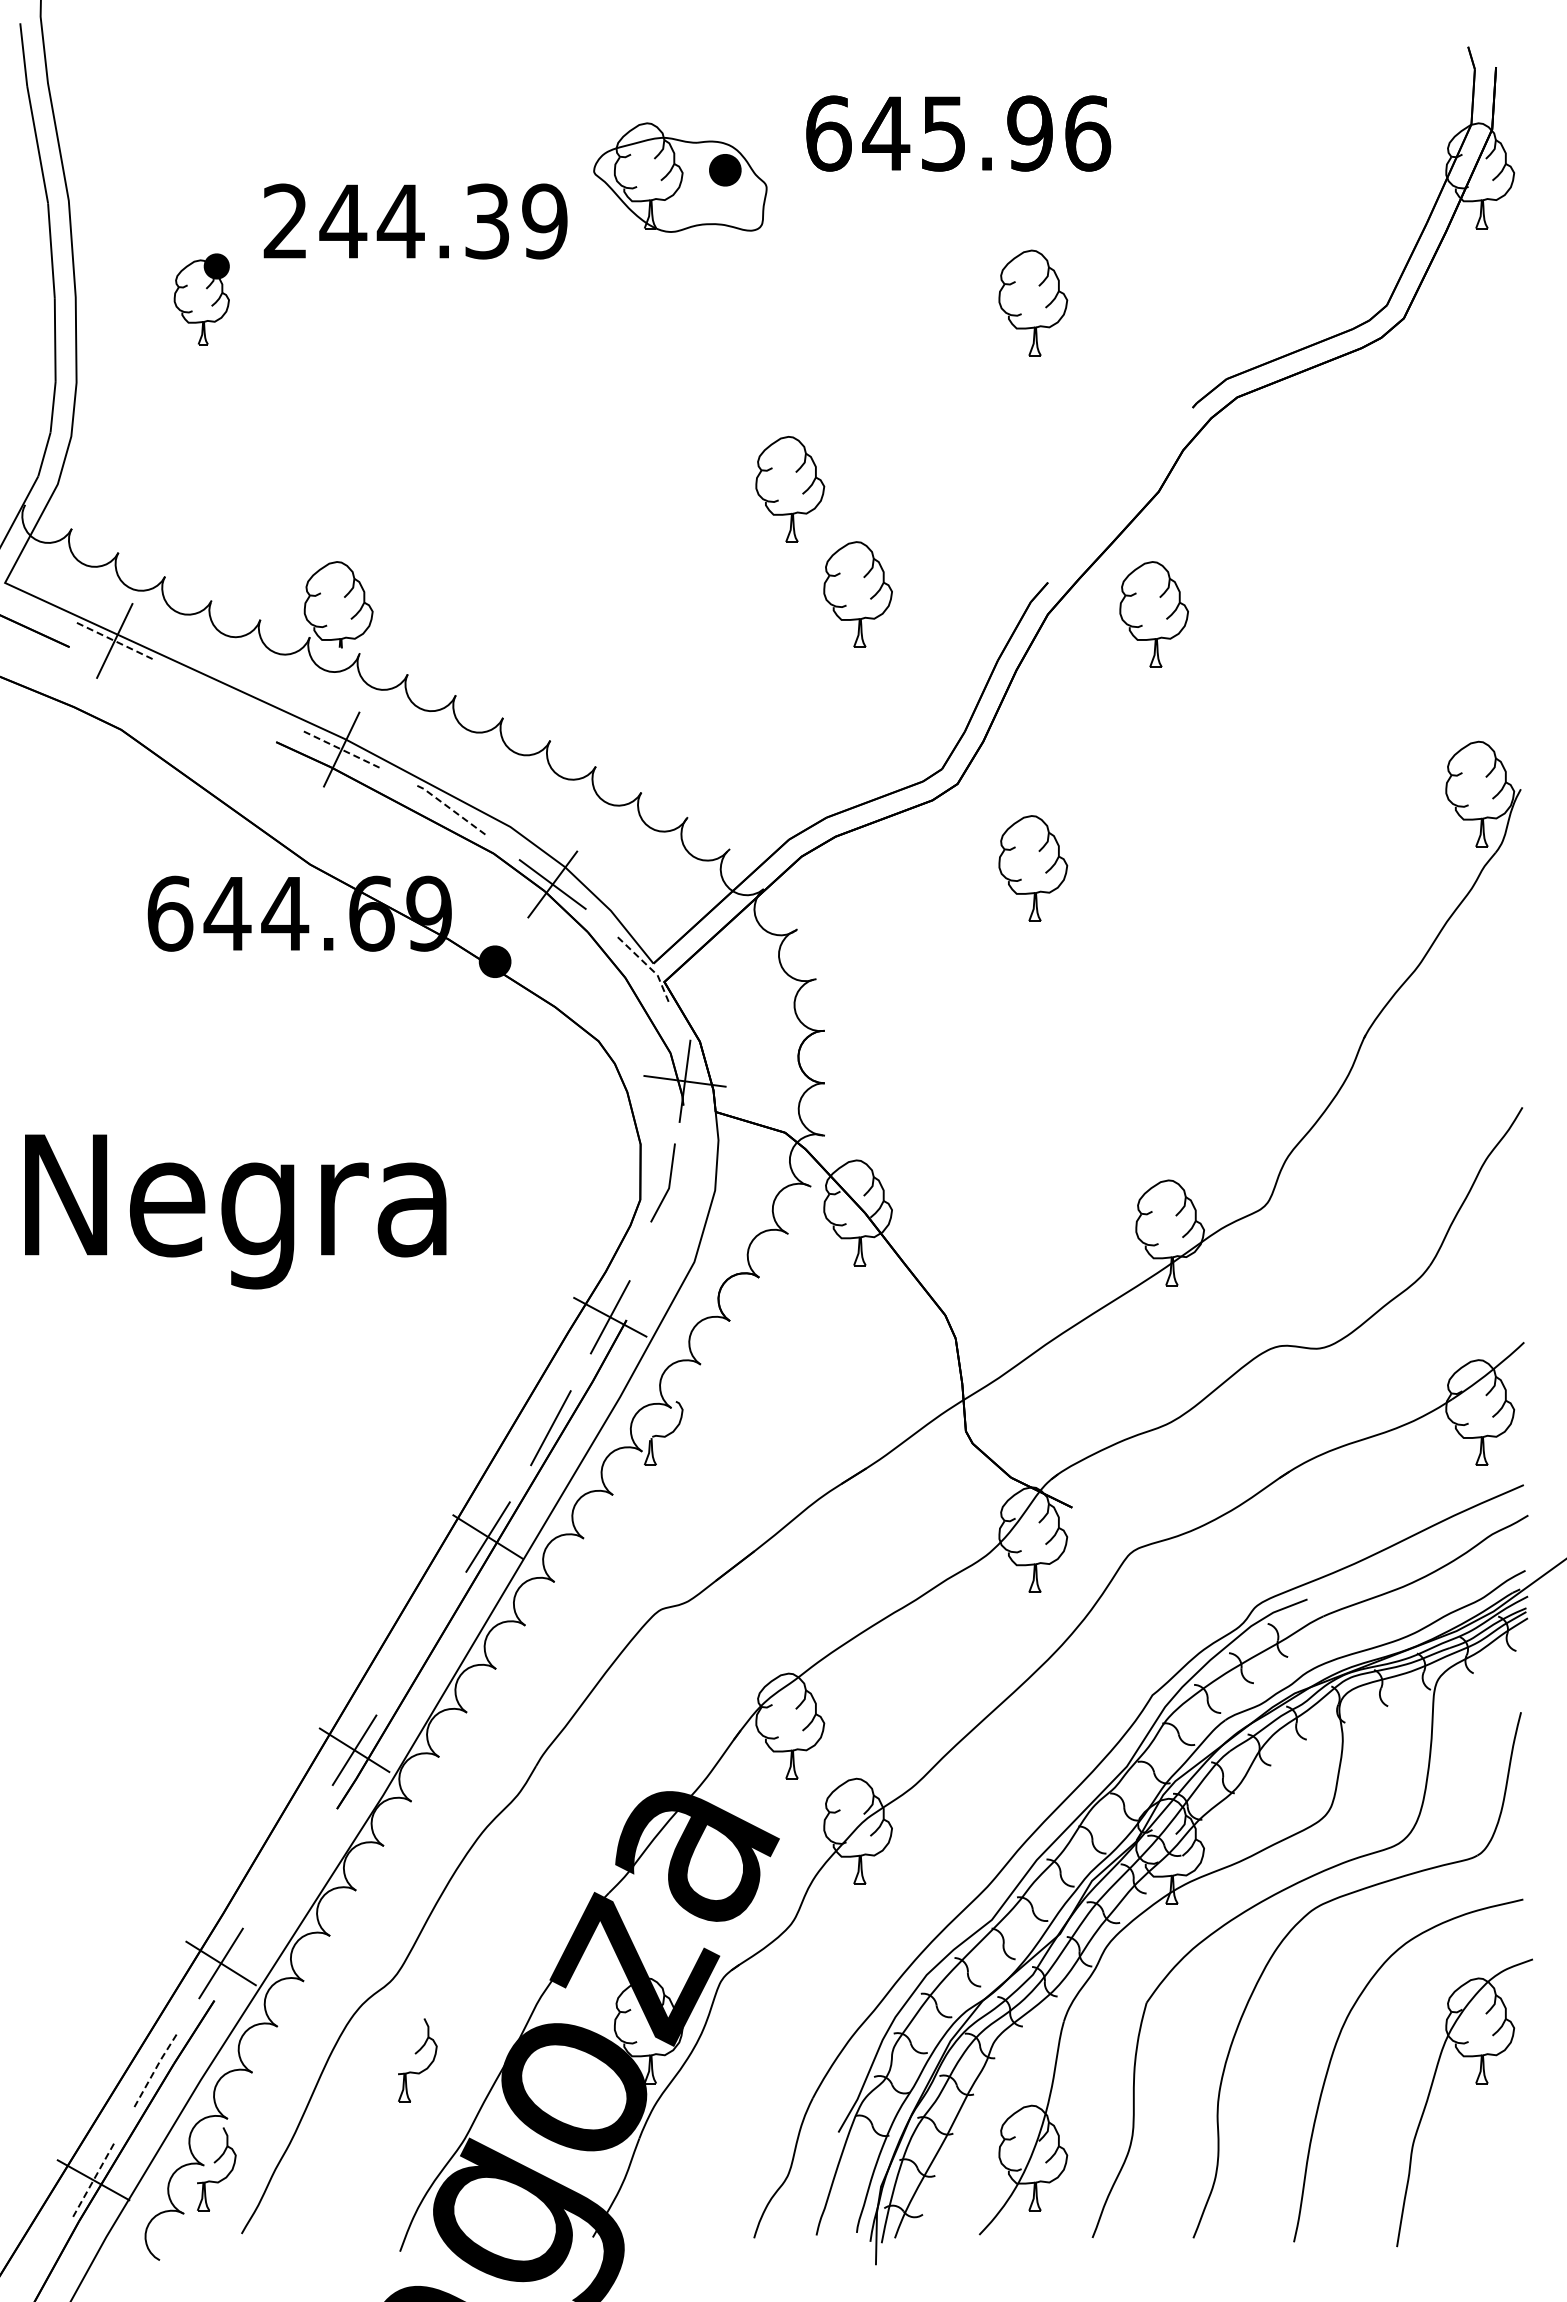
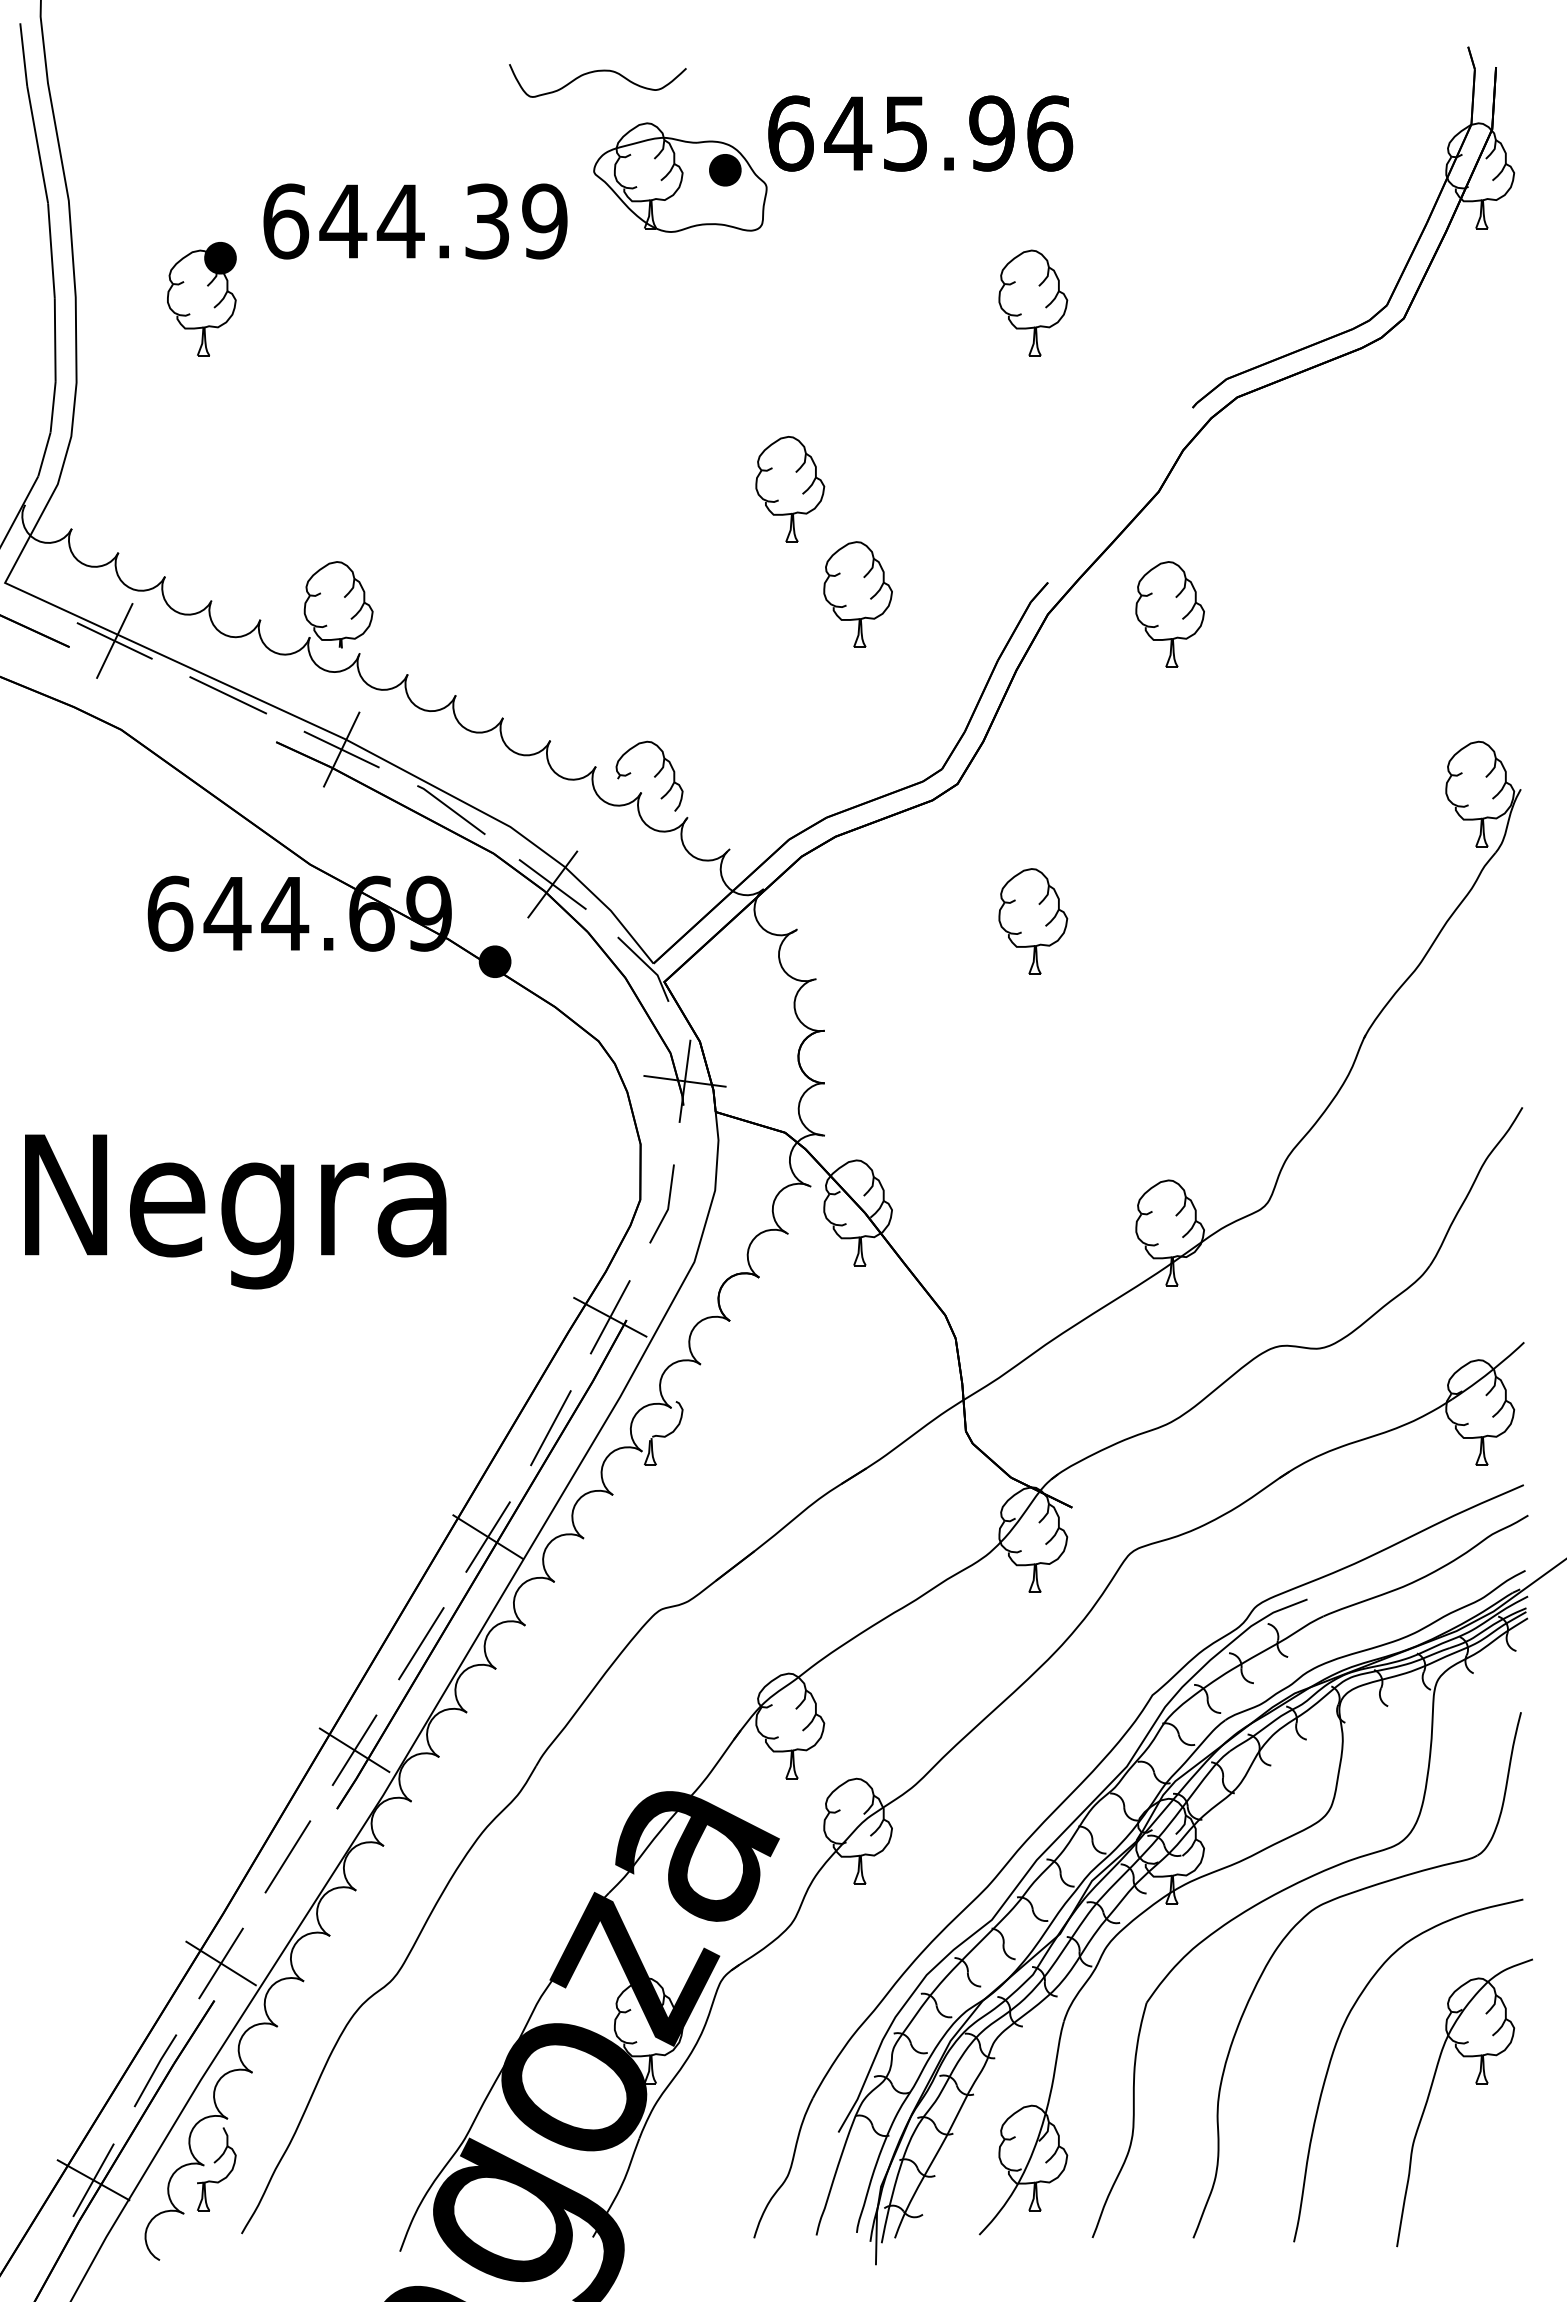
curve at (596, 72): none -> present
text at (958, 133) position: (958, 133) -> (920, 133)
text at (286, 221): 244.39 -> 644.39
part at (201, 299) size: 57x93 px -> 70x115 px
part at (1153, 614) position: (1153, 614) -> (1169, 614)
line at (114, 640): dashed -> solid
line at (228, 695): none -> present
line at (341, 749): dashed -> solid
part at (649, 775): none -> present
line at (450, 809): dashed -> solid
part at (1033, 868) position: (1033, 868) -> (1033, 921)
line at (648, 966): dashed -> solid
line at (668, 1183) position: (668, 1183) -> (667, 1204)
line at (421, 1643): none -> present
line at (287, 1856): none -> present
part at (416, 2054): present -> none
line at (155, 2069): dashed -> solid
line at (93, 2180): dashed -> solid
